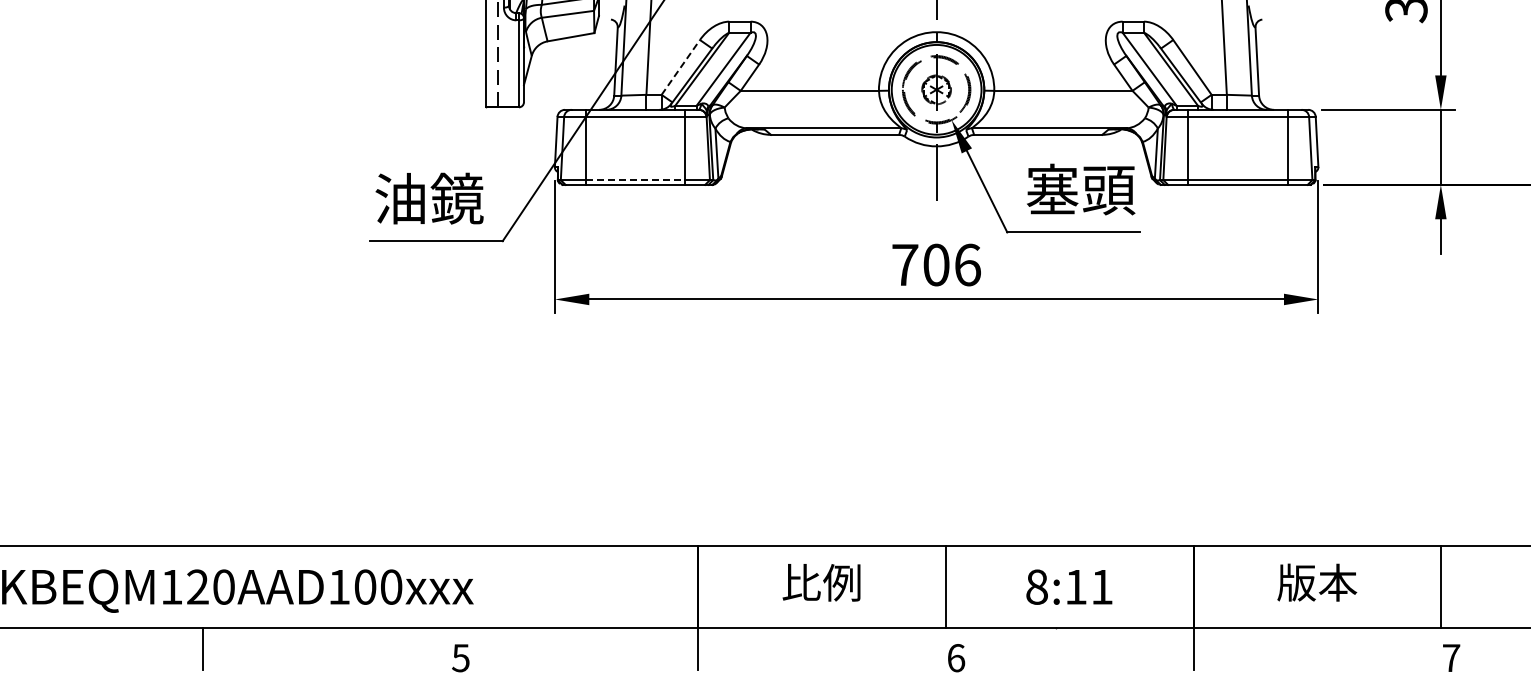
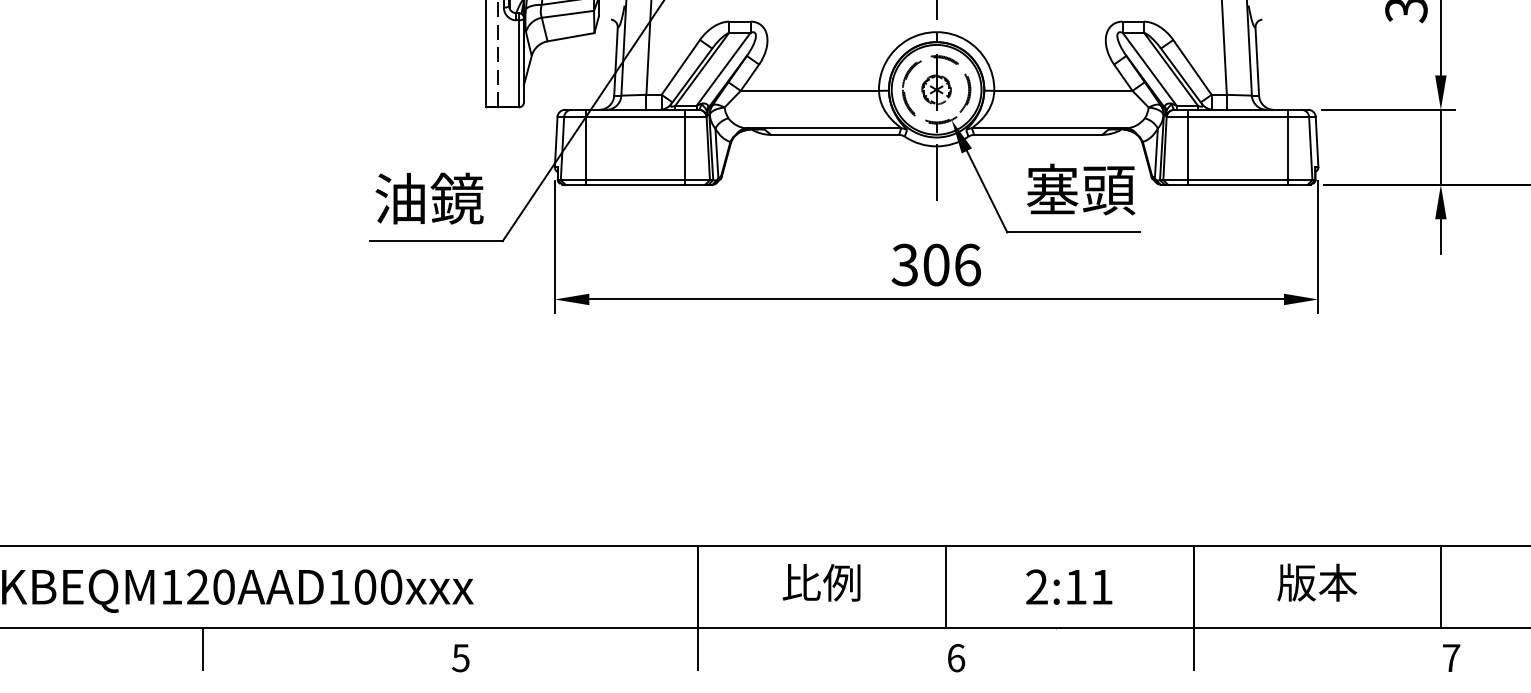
line at (681, 67): dashed -> solid
line at (635, 180): dashed -> solid
text at (904, 264): 706 -> 306
text at (1036, 586): 8:11 -> 2:11
